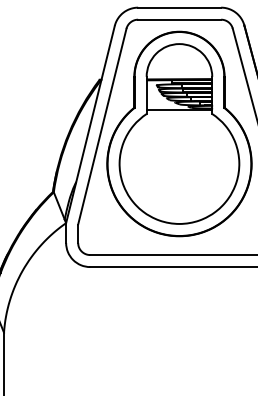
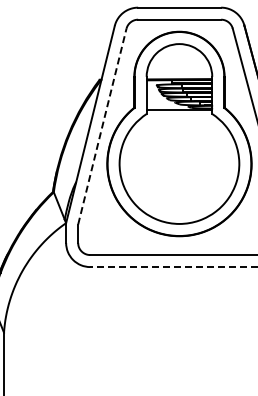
line at (102, 126): solid -> dashed
line at (173, 267): solid -> dashed
